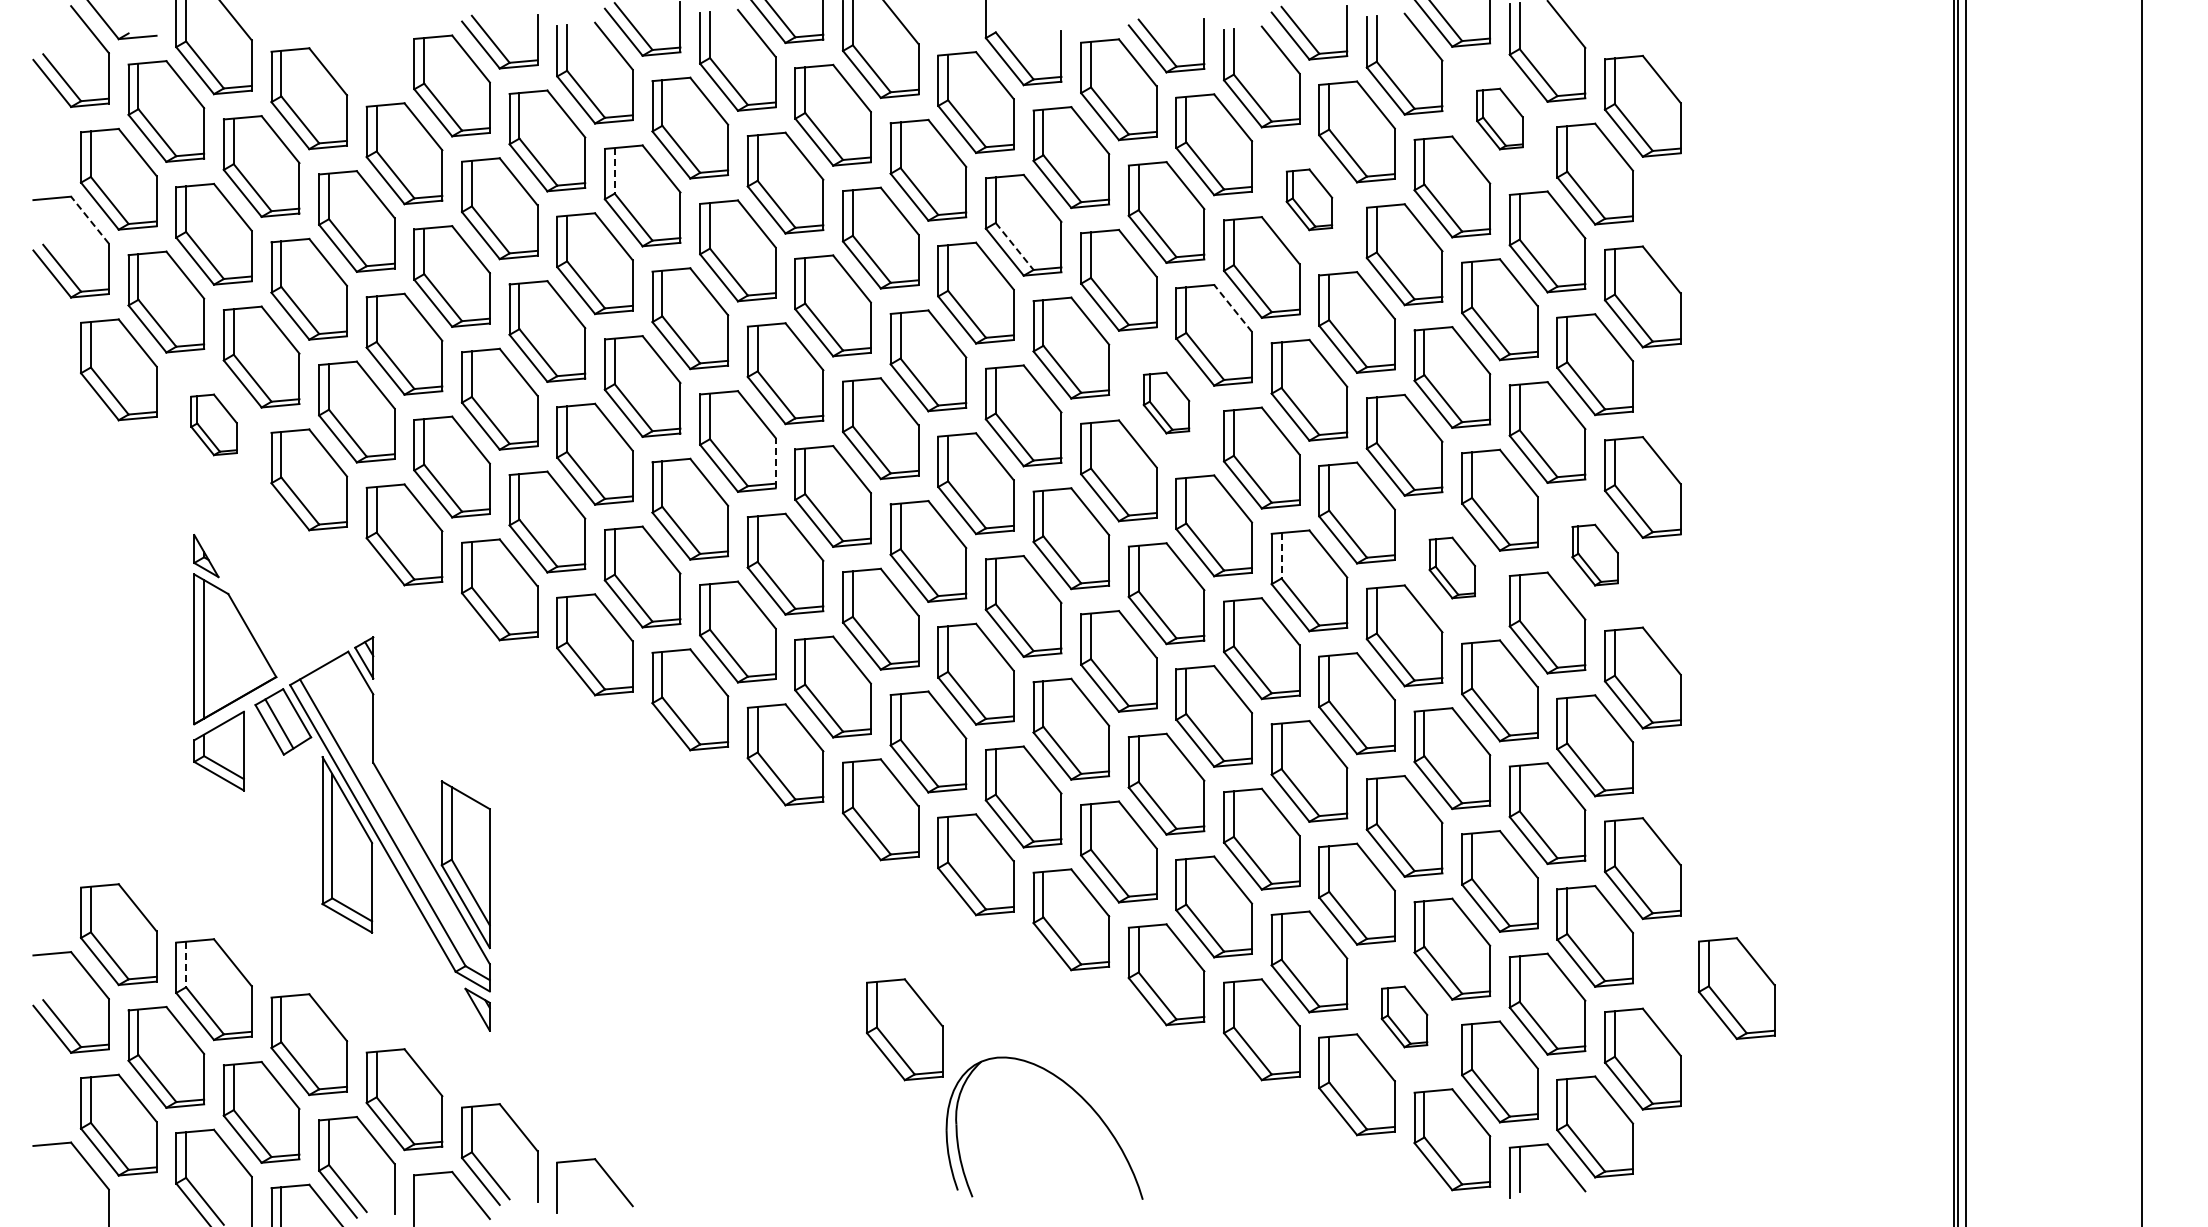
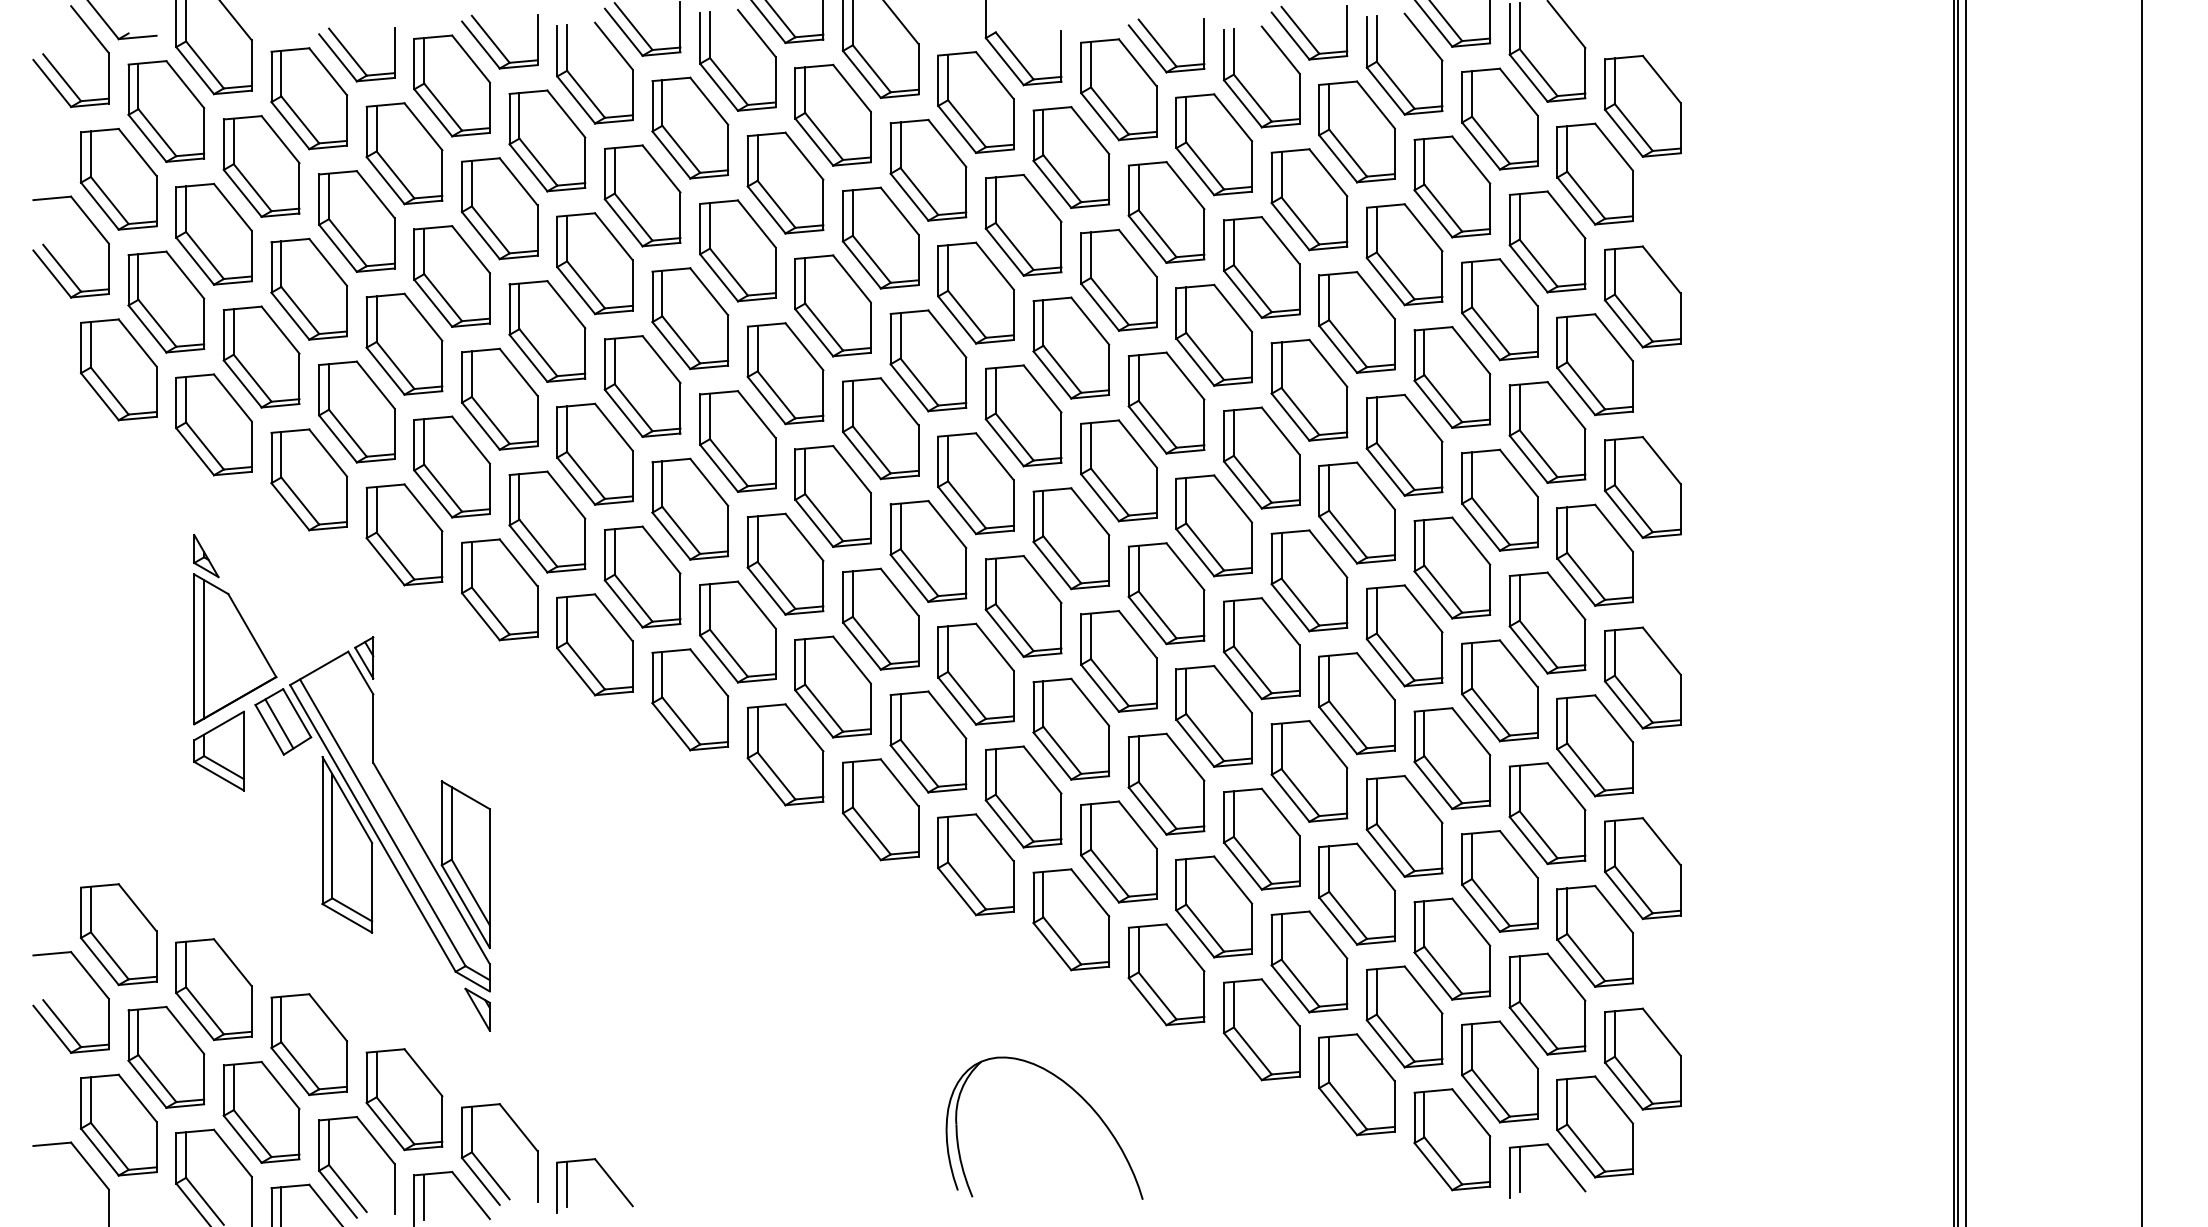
part at (356, 54): none -> present
part at (1499, 118) size: 48x64 px -> 78x104 px
line at (614, 170): dashed -> solid
part at (1309, 199) size: 49x64 px -> 79x104 px
line at (89, 219): dashed -> solid
line at (1015, 246): dashed -> solid
line at (1232, 308): dashed -> solid
part at (1166, 402) size: 49x64 px -> 79x104 px
part at (213, 424) size: 48x64 px -> 78x104 px
line at (775, 462): dashed -> solid
part at (1594, 554) size: 48x64 px -> 78x104 px
line at (1281, 555): dashed -> solid
part at (1452, 567) size: 49x64 px -> 79x104 px
line at (186, 964): dashed -> solid
part at (1736, 988): present -> none
part at (1404, 1016) size: 49x64 px -> 79x104 px
part at (904, 1029): present -> none
line at (567, 1184): none -> present
line at (424, 1197): none -> present
